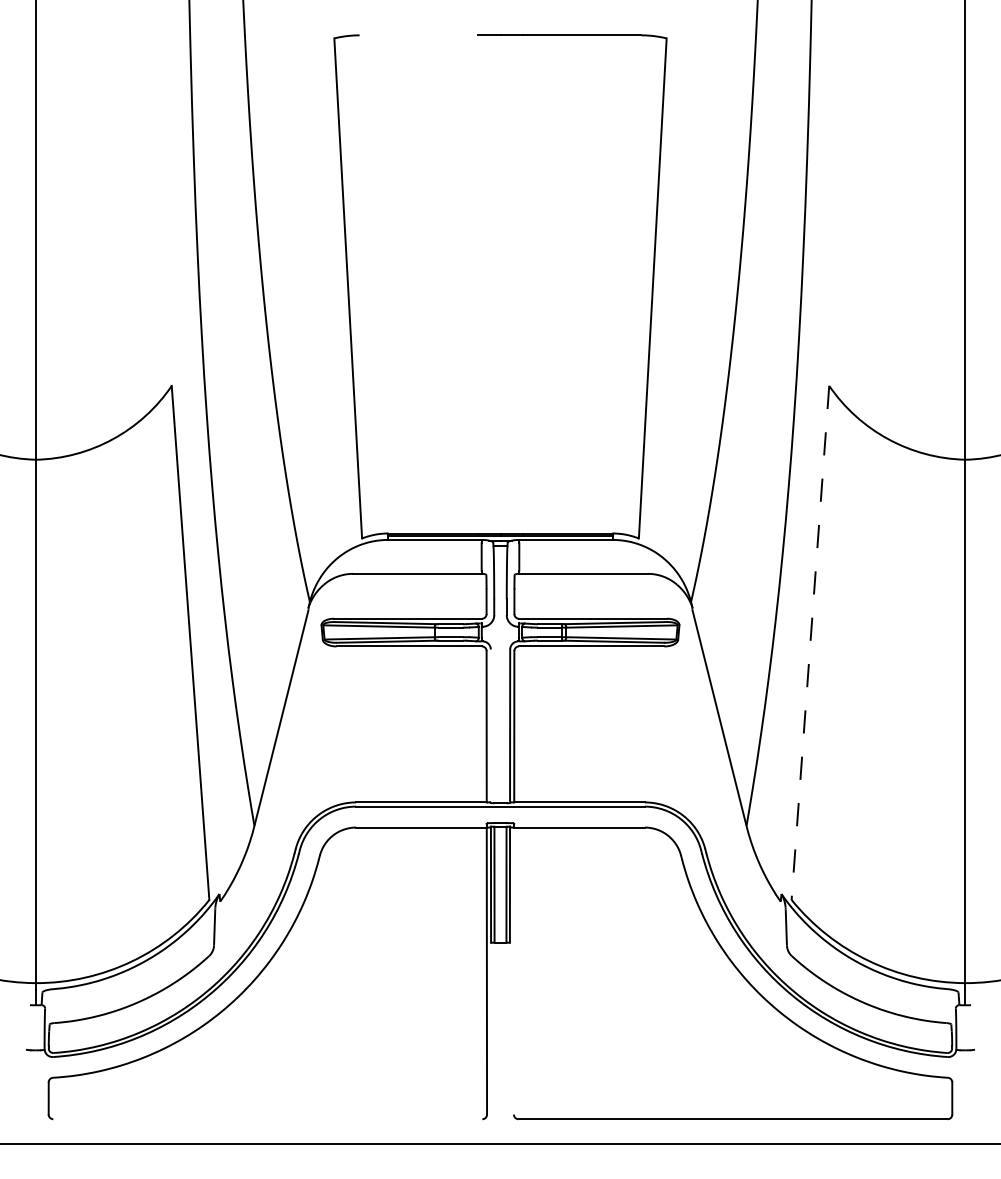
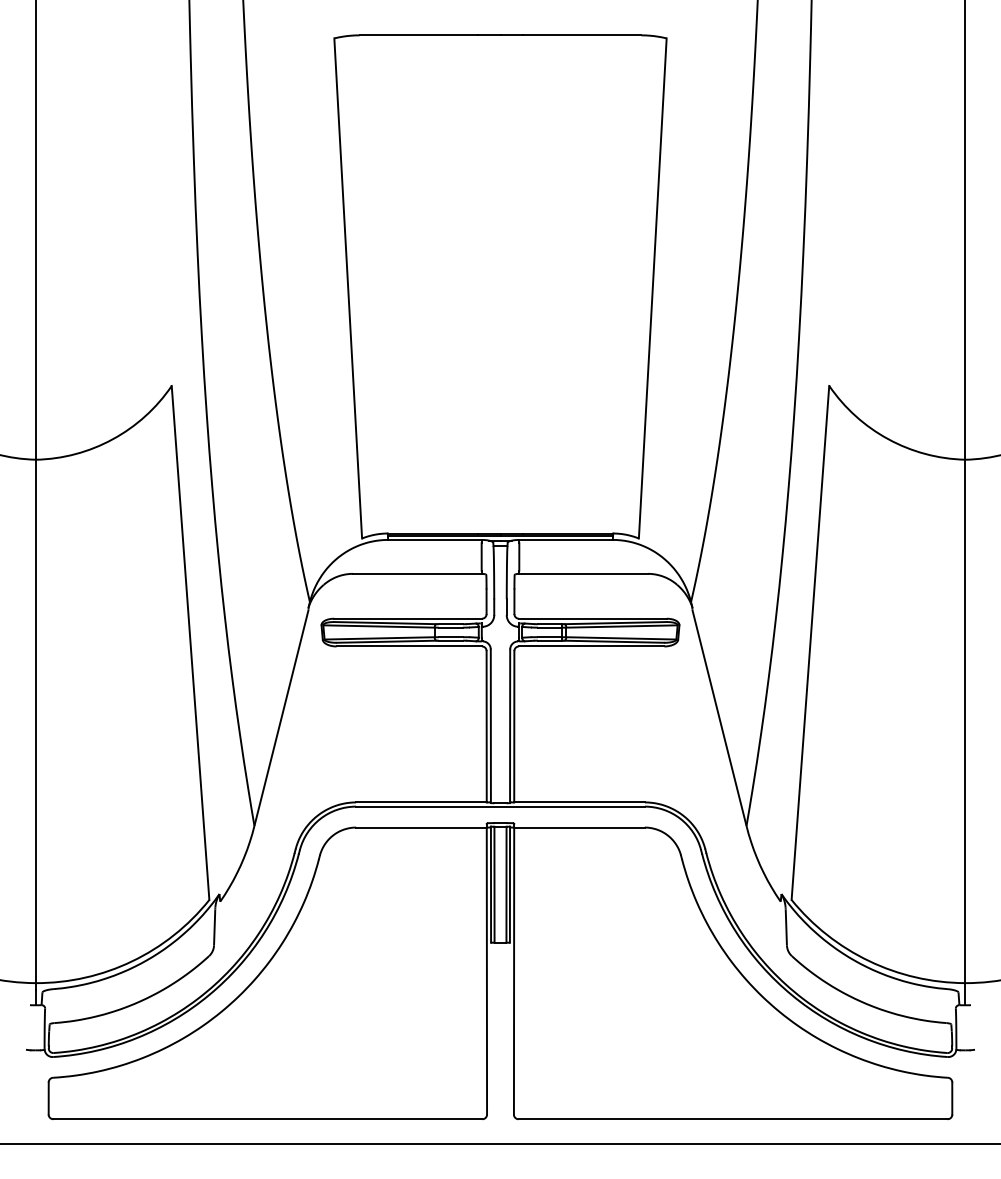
line at (418, 35): none -> present
line at (810, 642): dashed -> solid
line at (490, 725): none -> present
line at (513, 970): none -> present
line at (267, 1119): none -> present
